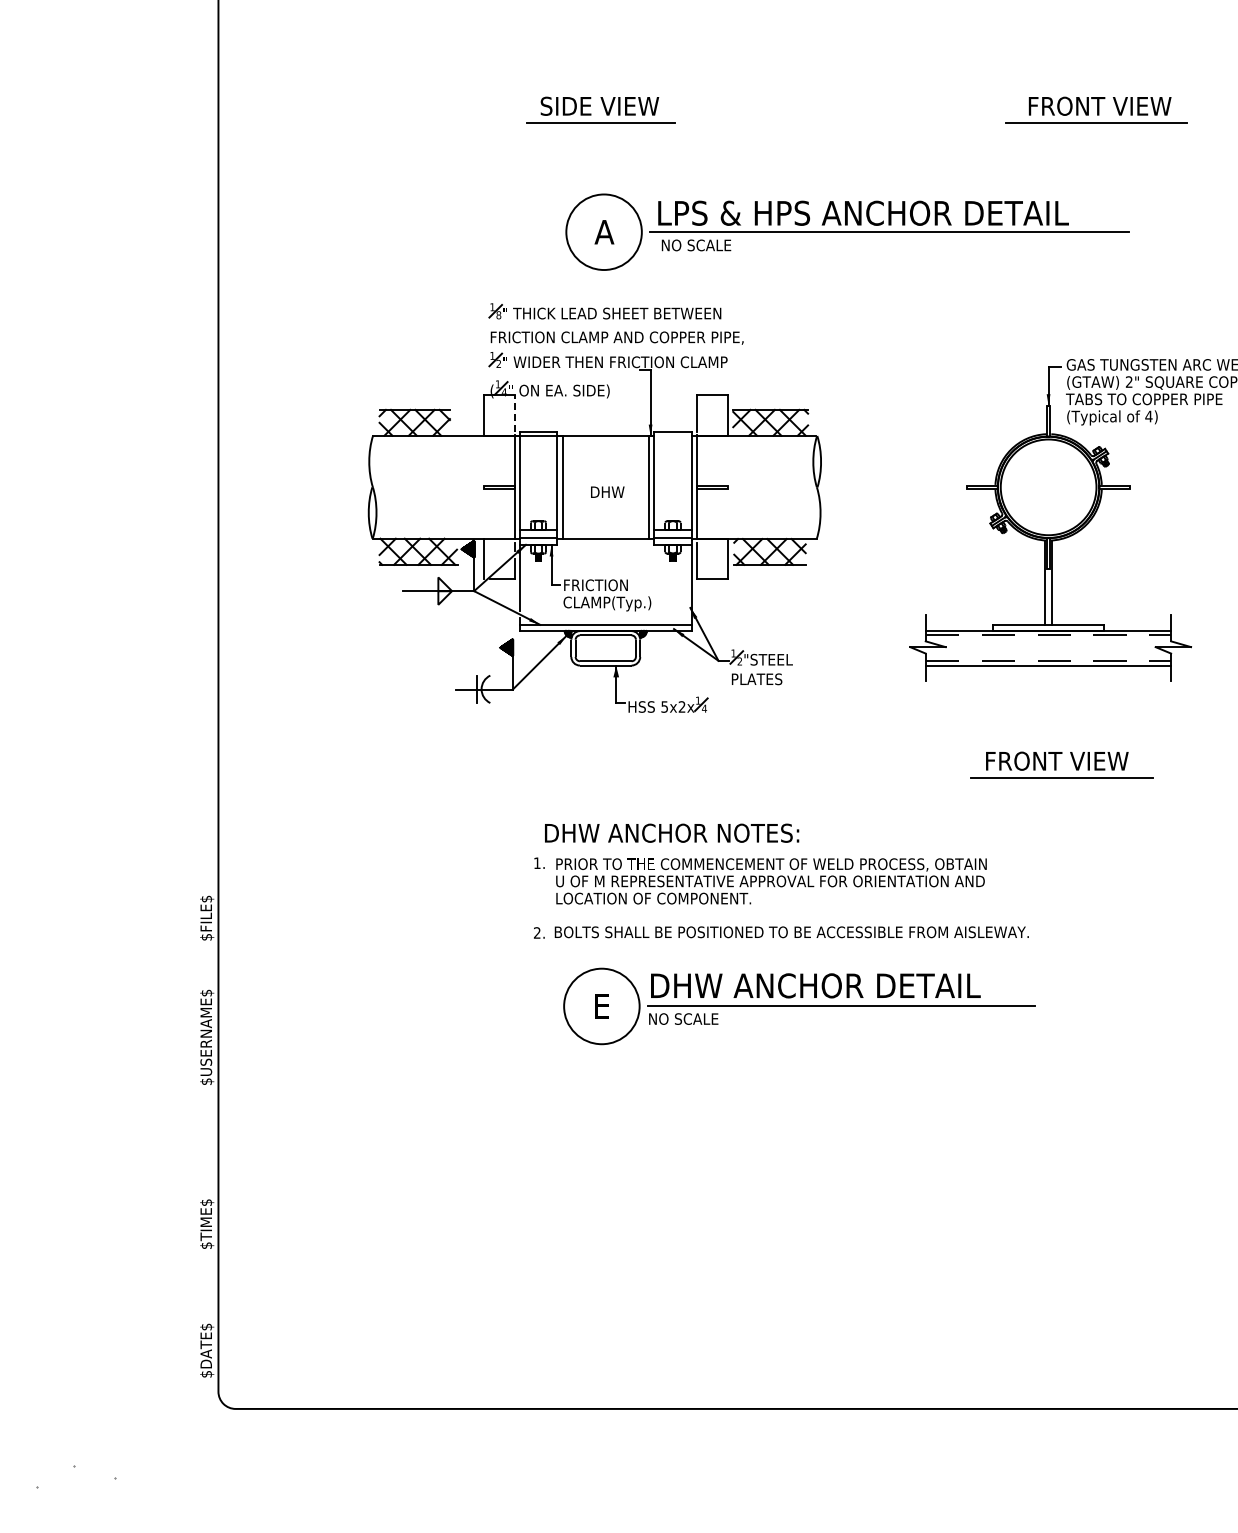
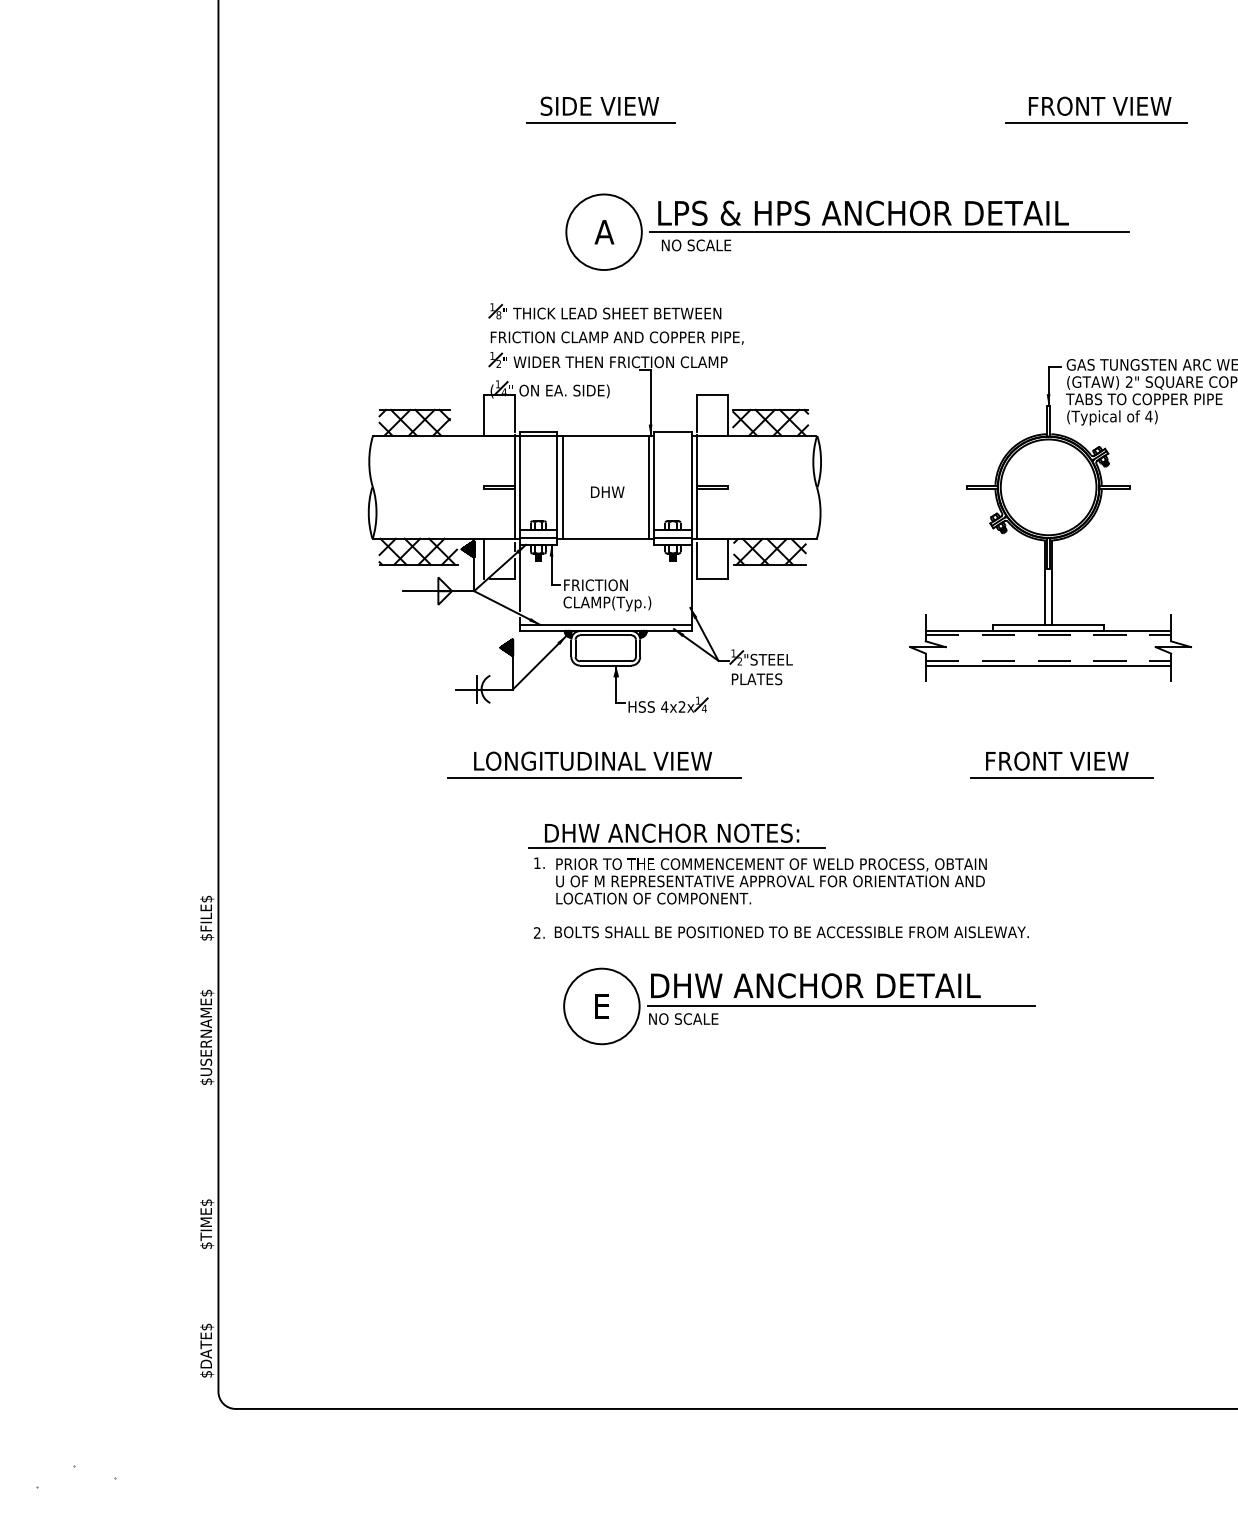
line at (514, 413): dashed -> solid
text at (664, 706): 5x2x -> 4x2x
part at (594, 764): none -> present
line at (676, 847): none -> present
